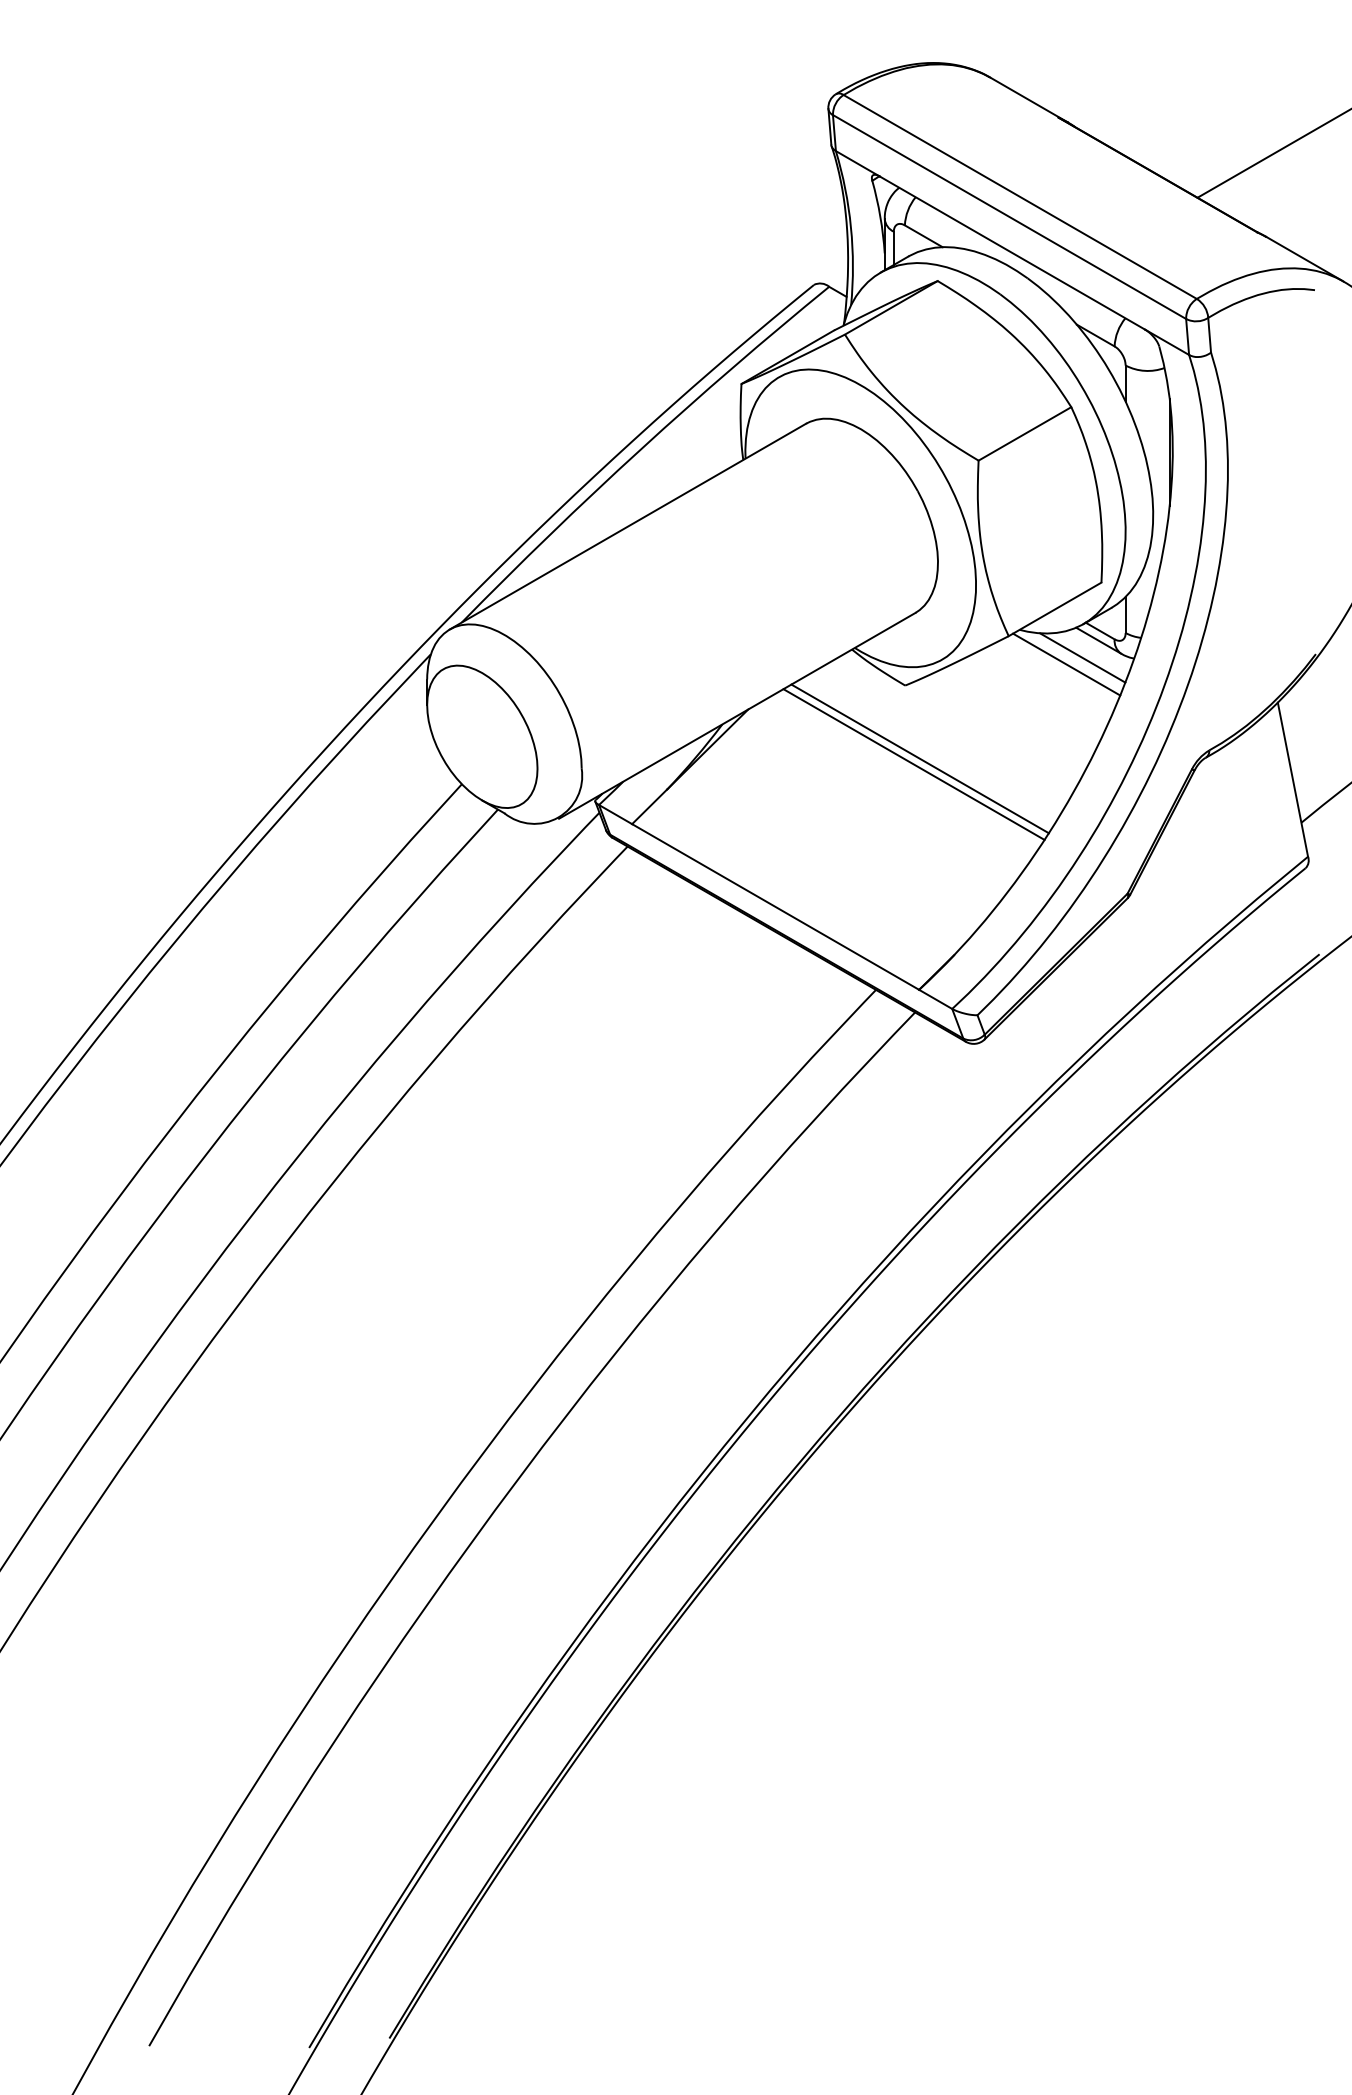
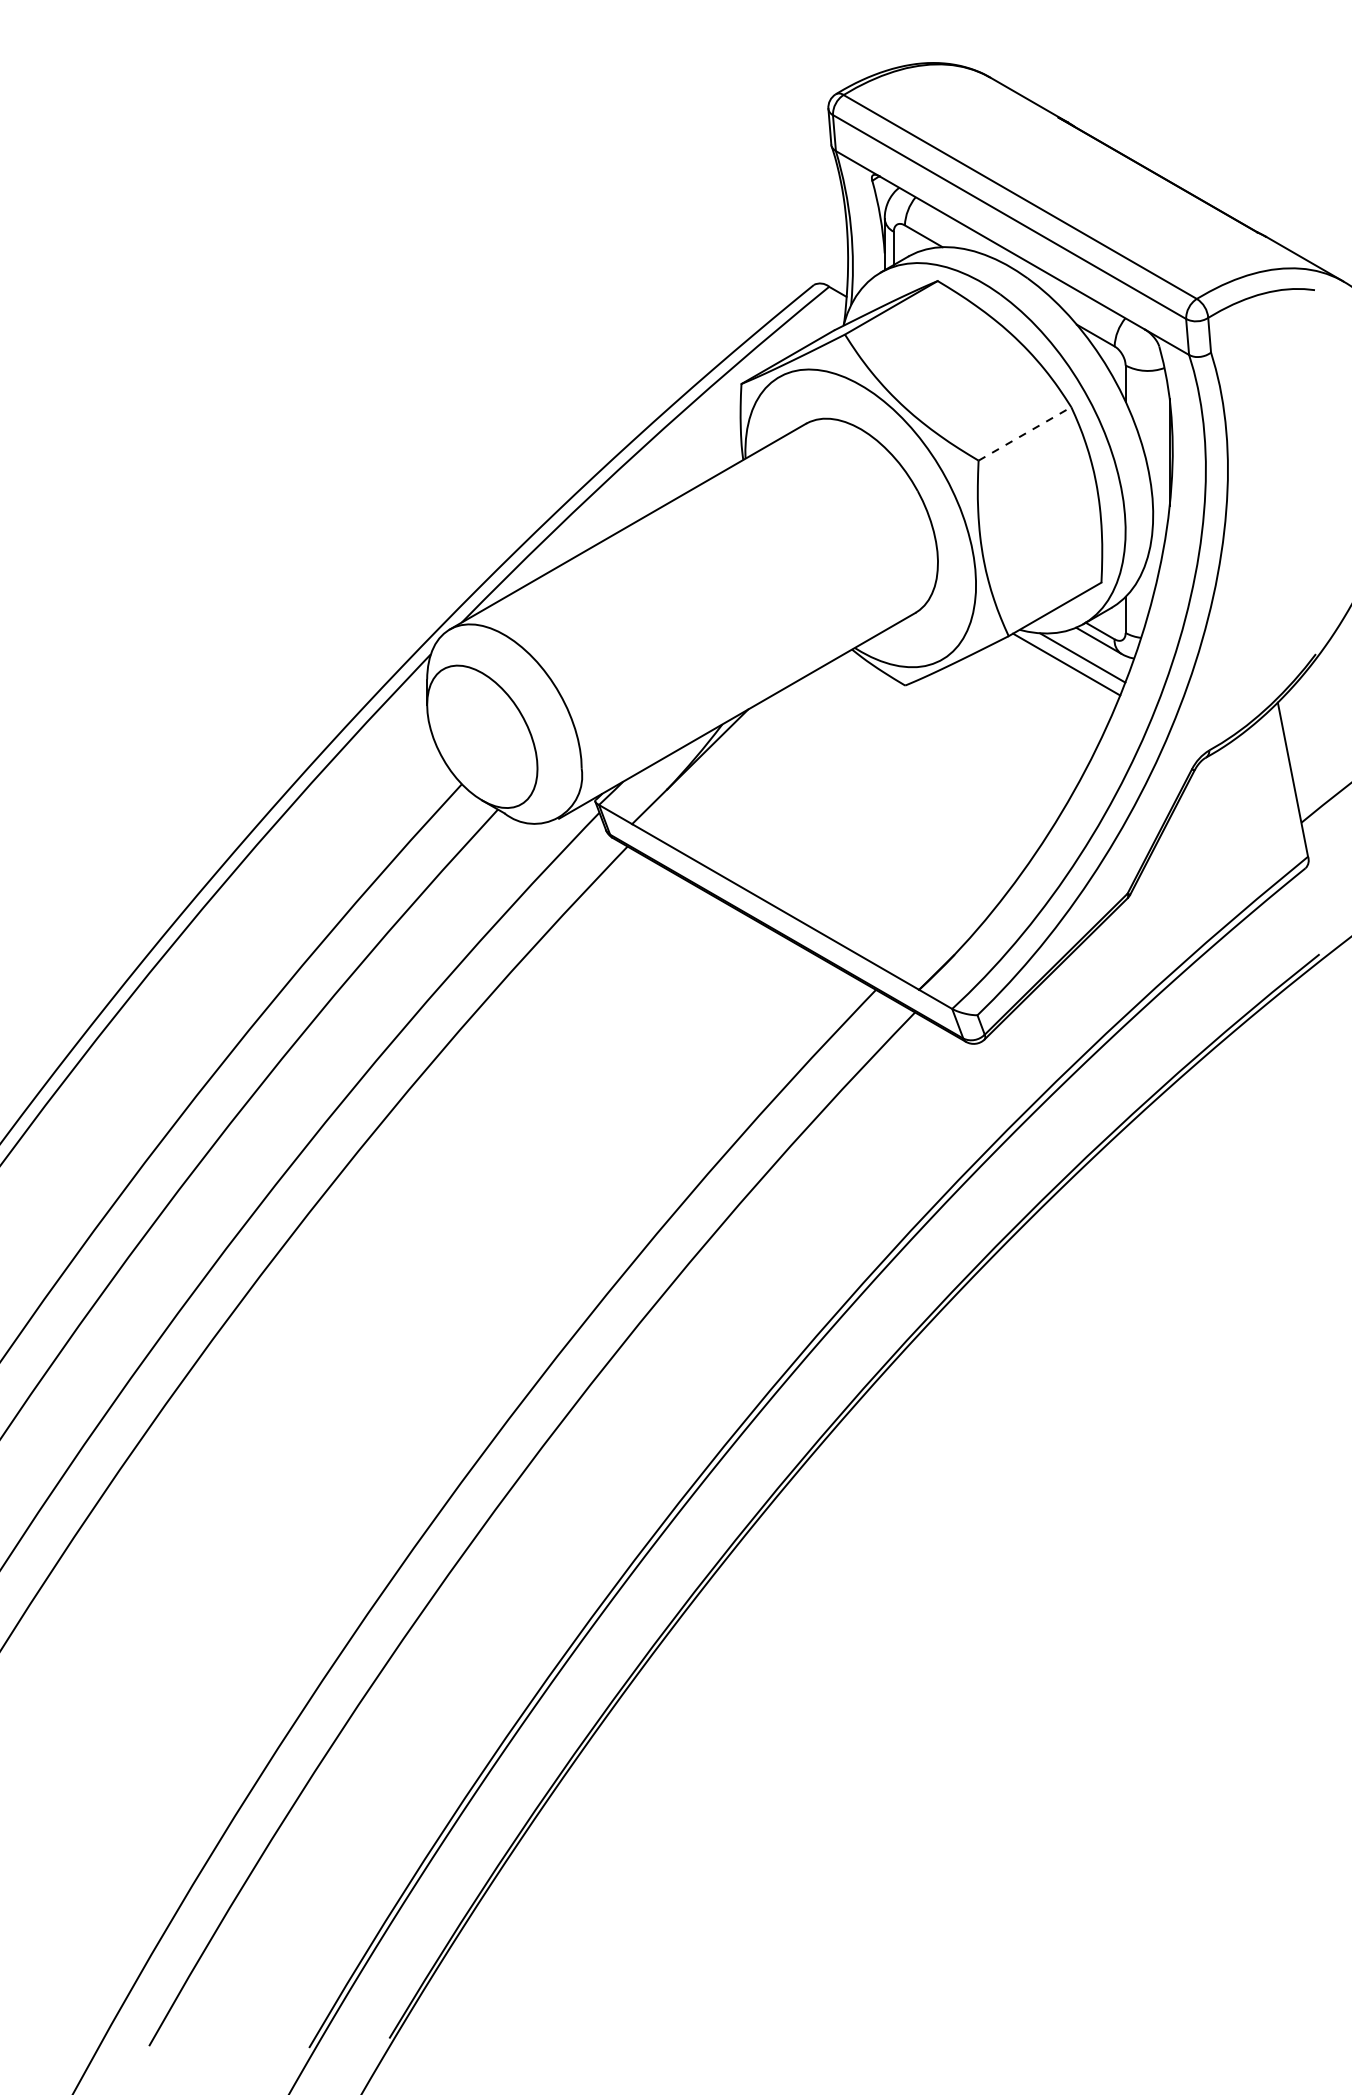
line at (1272, 153): present -> none
line at (1024, 433): solid -> dashed
line at (919, 758): present -> none
line at (913, 764): present -> none
